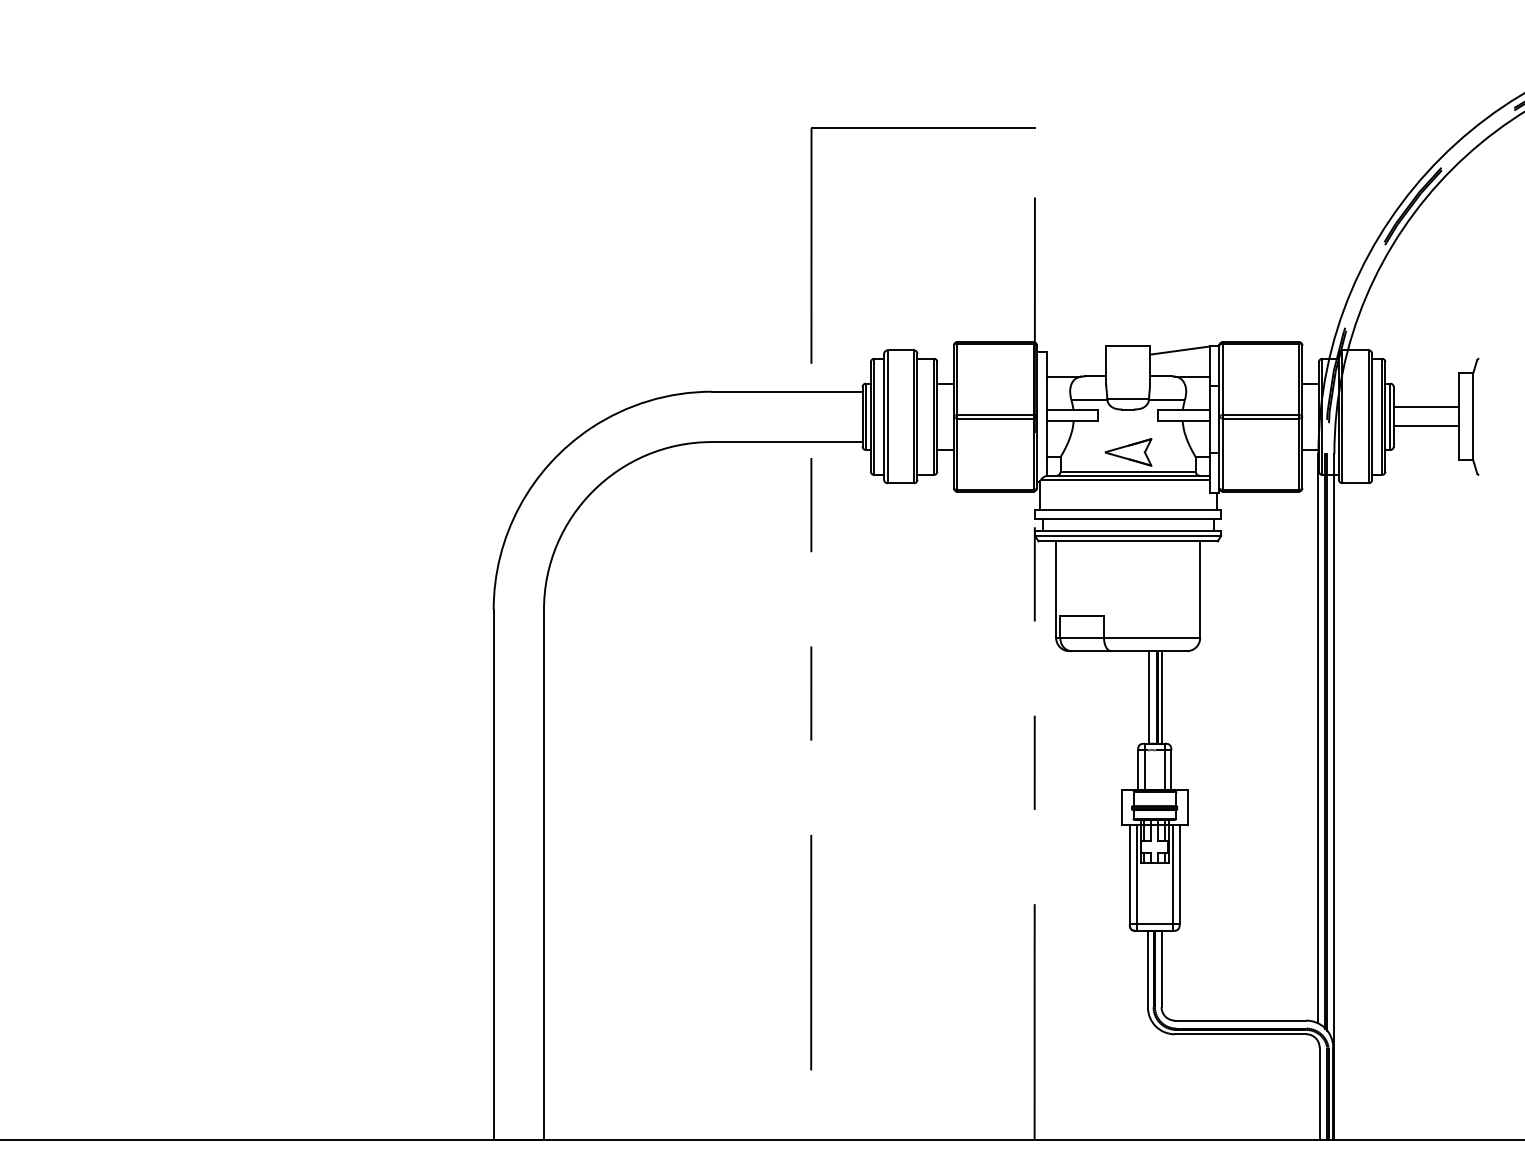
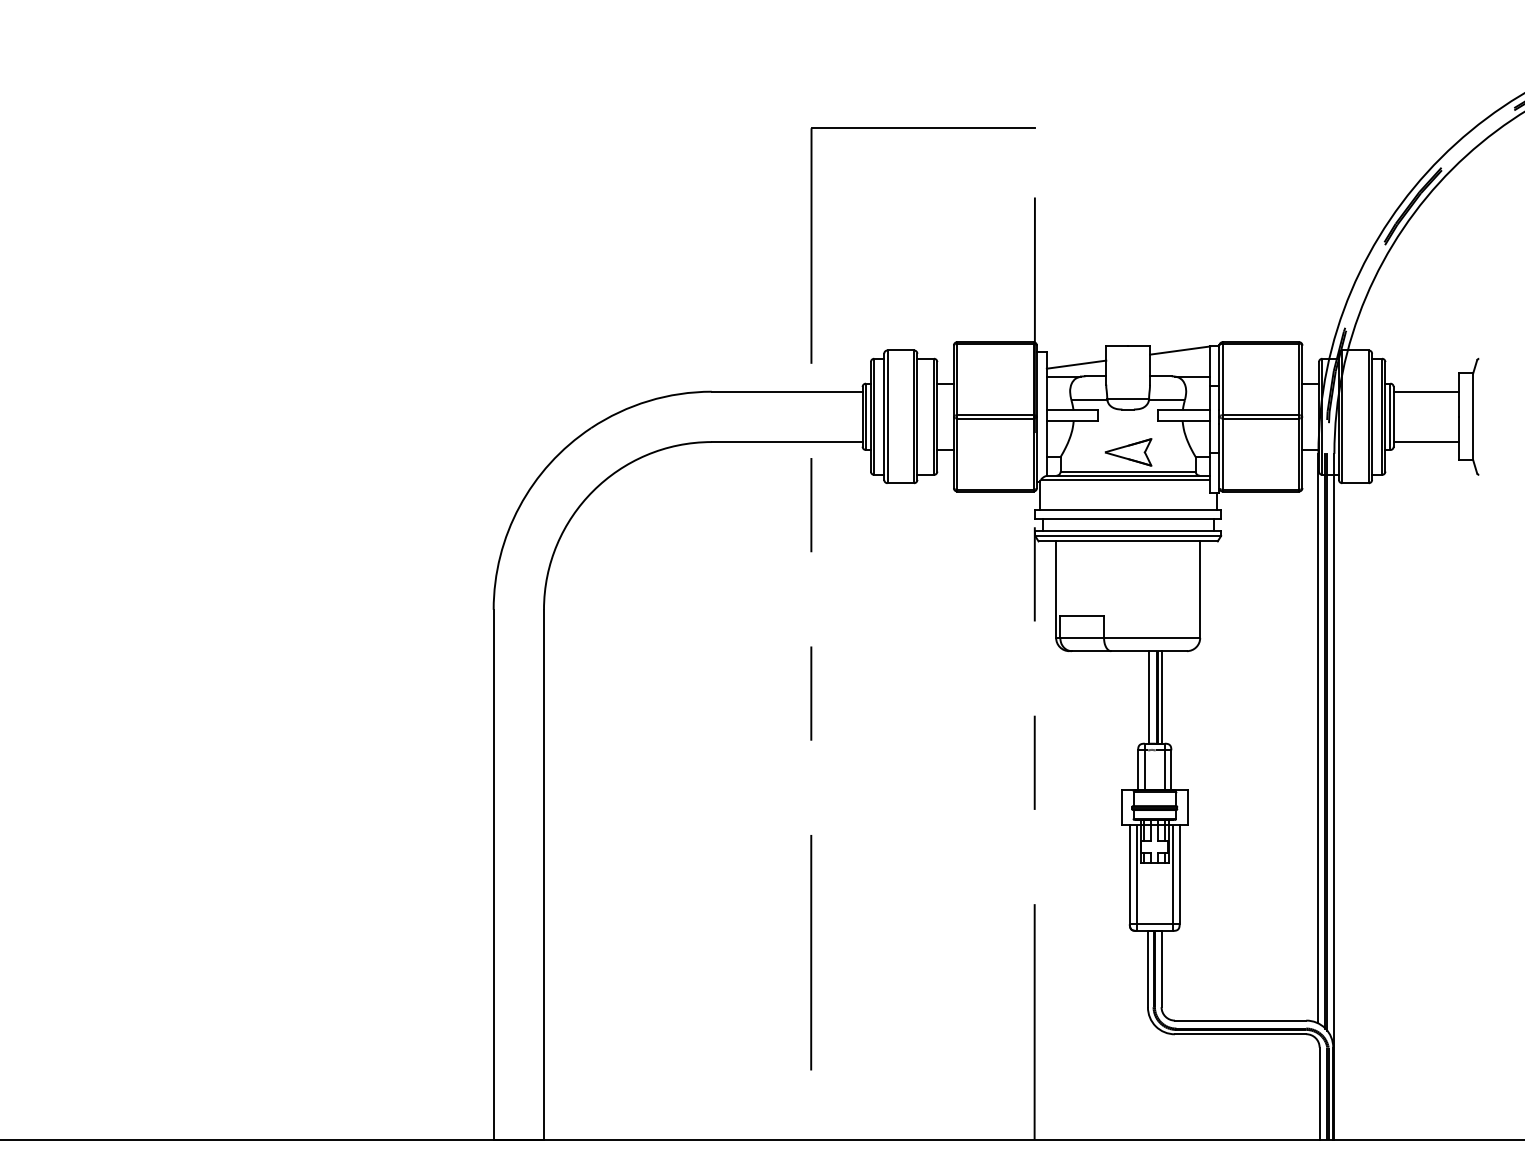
line at (1076, 364): none -> present
line at (1426, 406) position: (1426, 406) -> (1426, 391)
line at (1426, 426) position: (1426, 426) -> (1426, 442)
